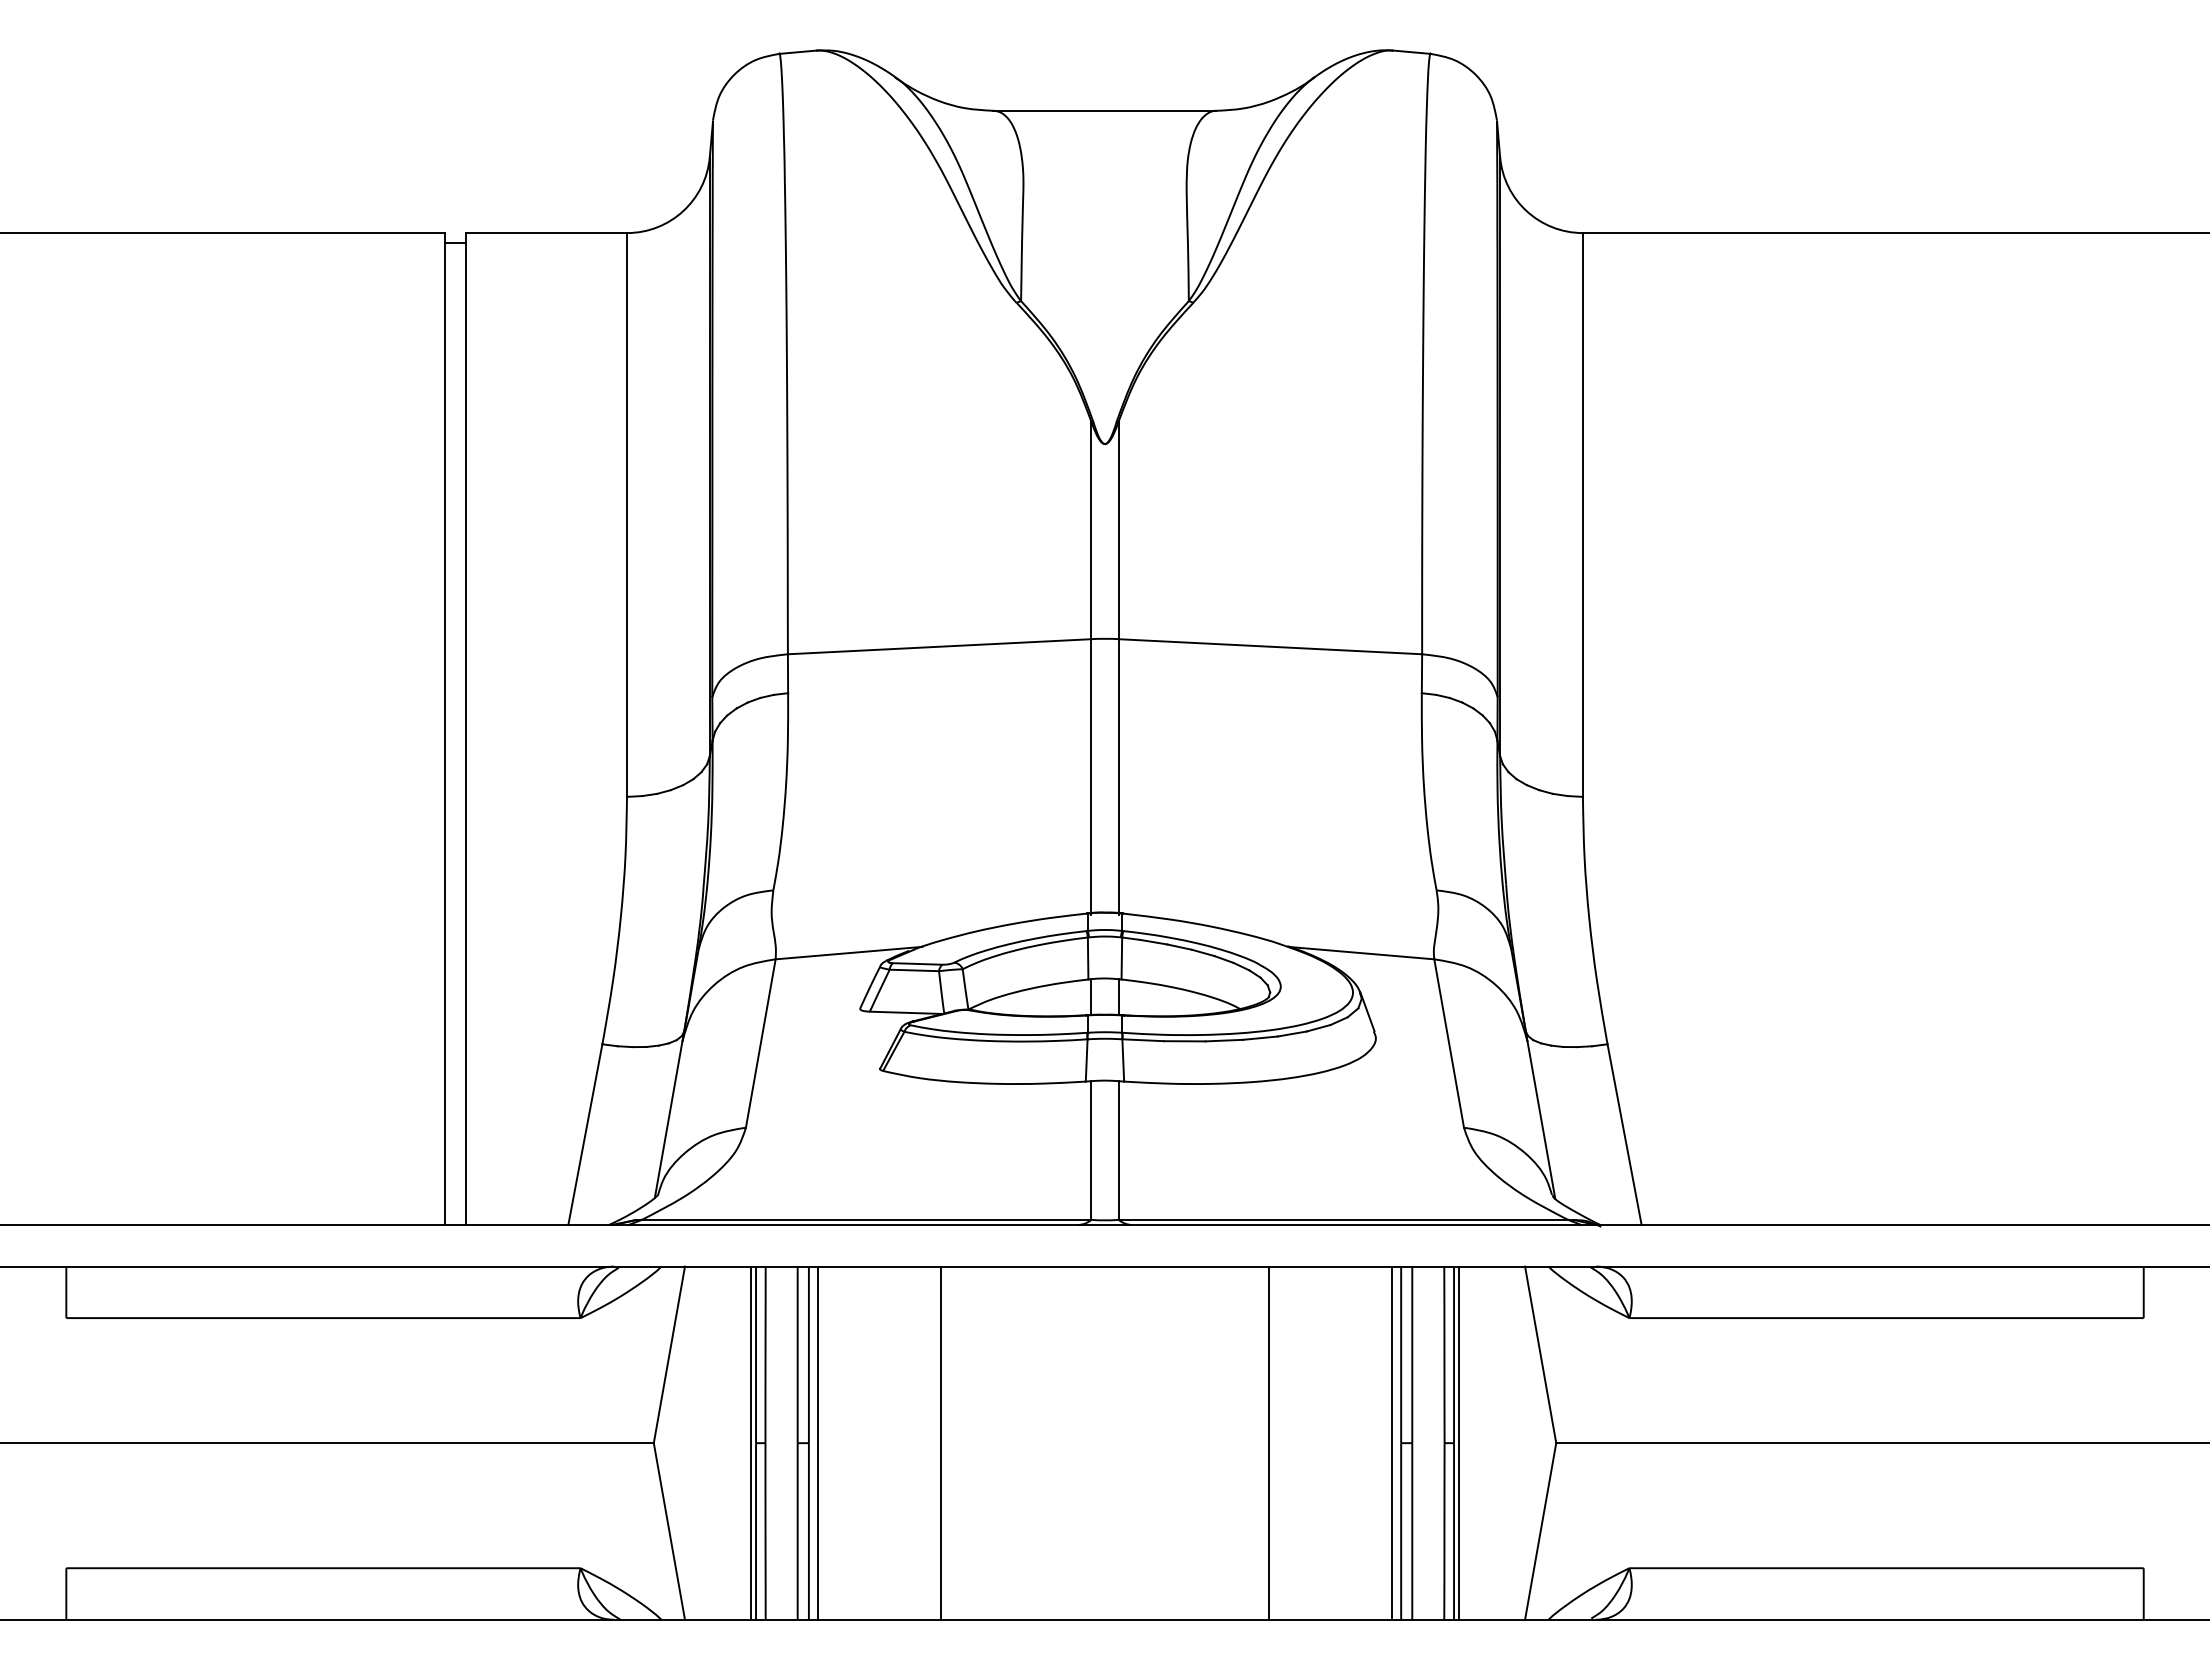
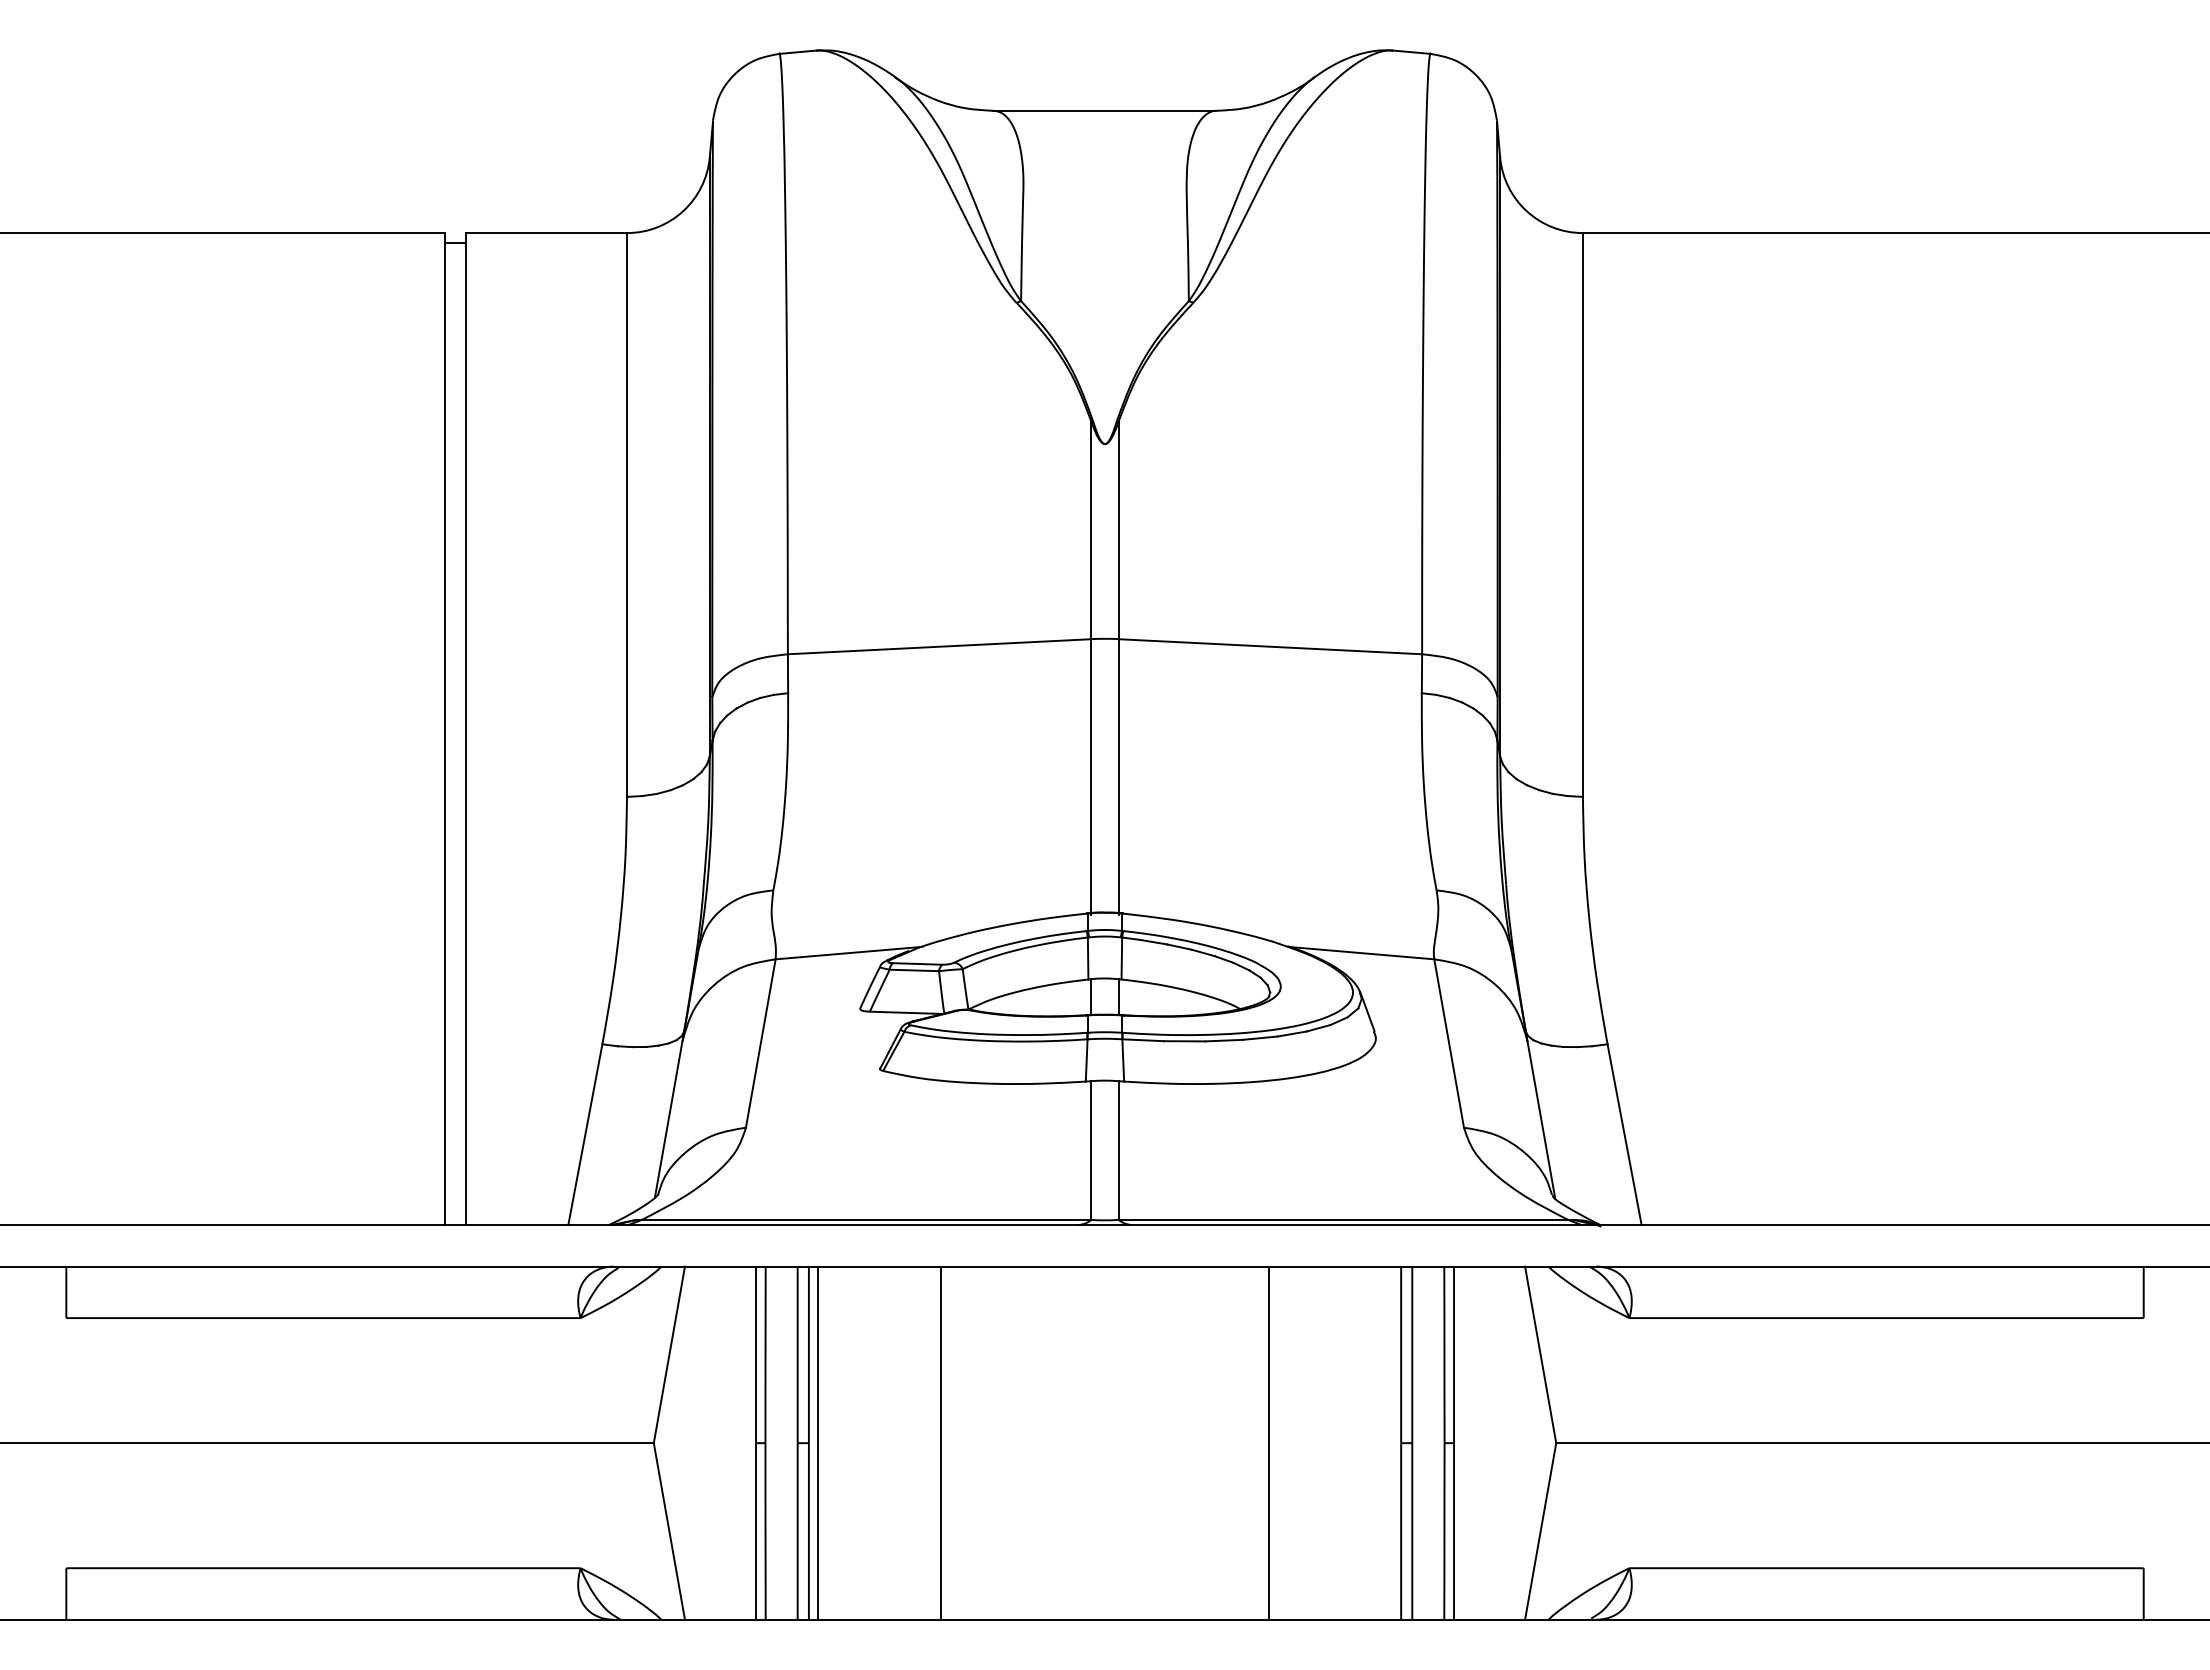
line at (751, 1442): present -> none
line at (1391, 1442): present -> none
line at (1458, 1442): present -> none
